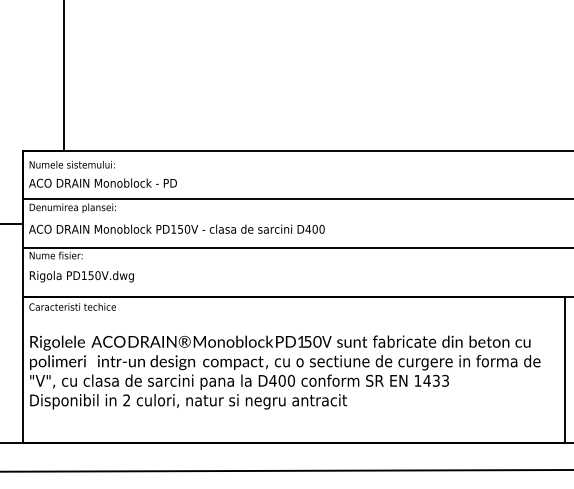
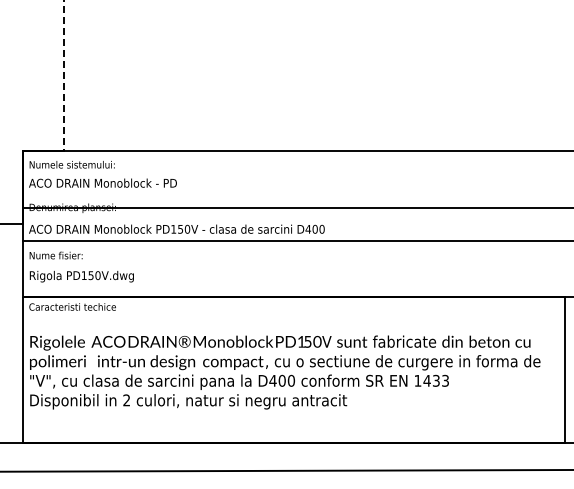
line at (63, 75): solid -> dashed
line at (296, 199) position: (296, 199) -> (296, 208)
line at (296, 248) position: (296, 248) -> (296, 241)
